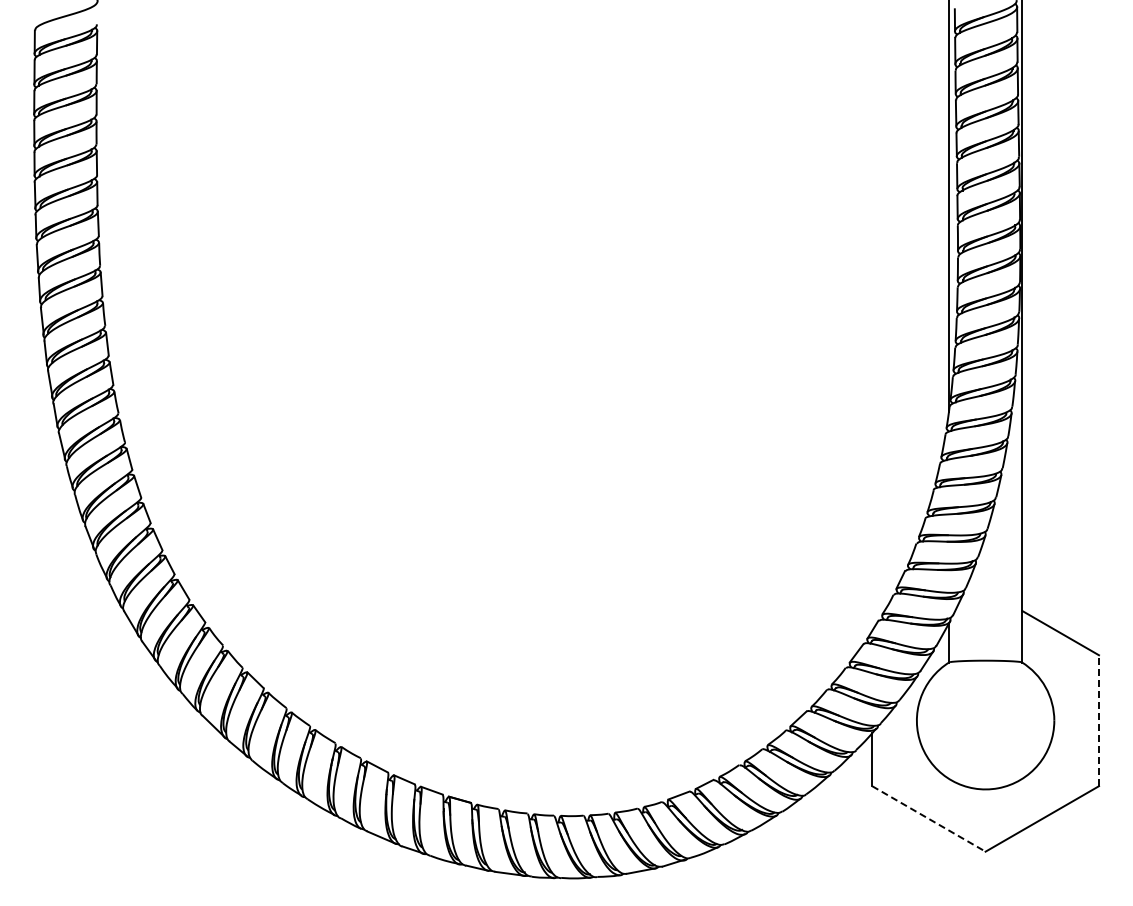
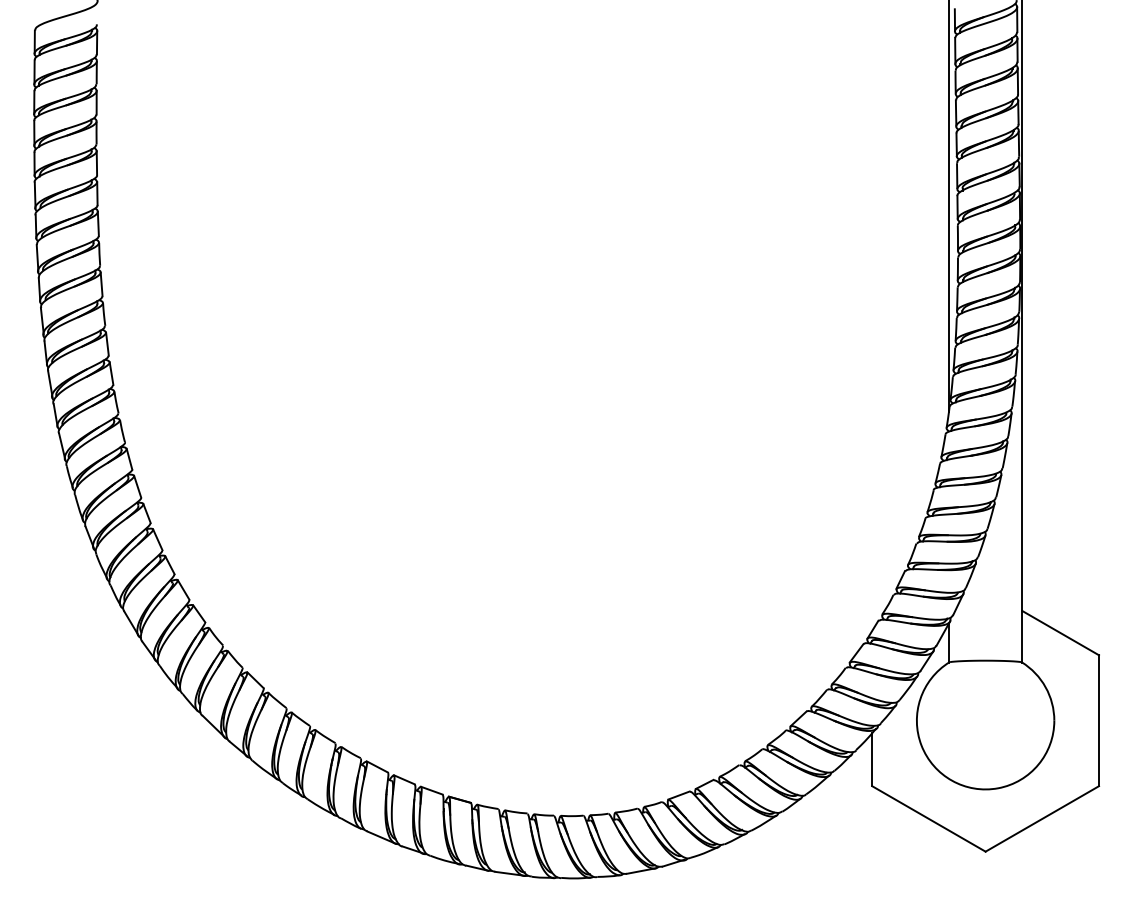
line at (1099, 720): dashed -> solid
line at (929, 819): dashed -> solid
